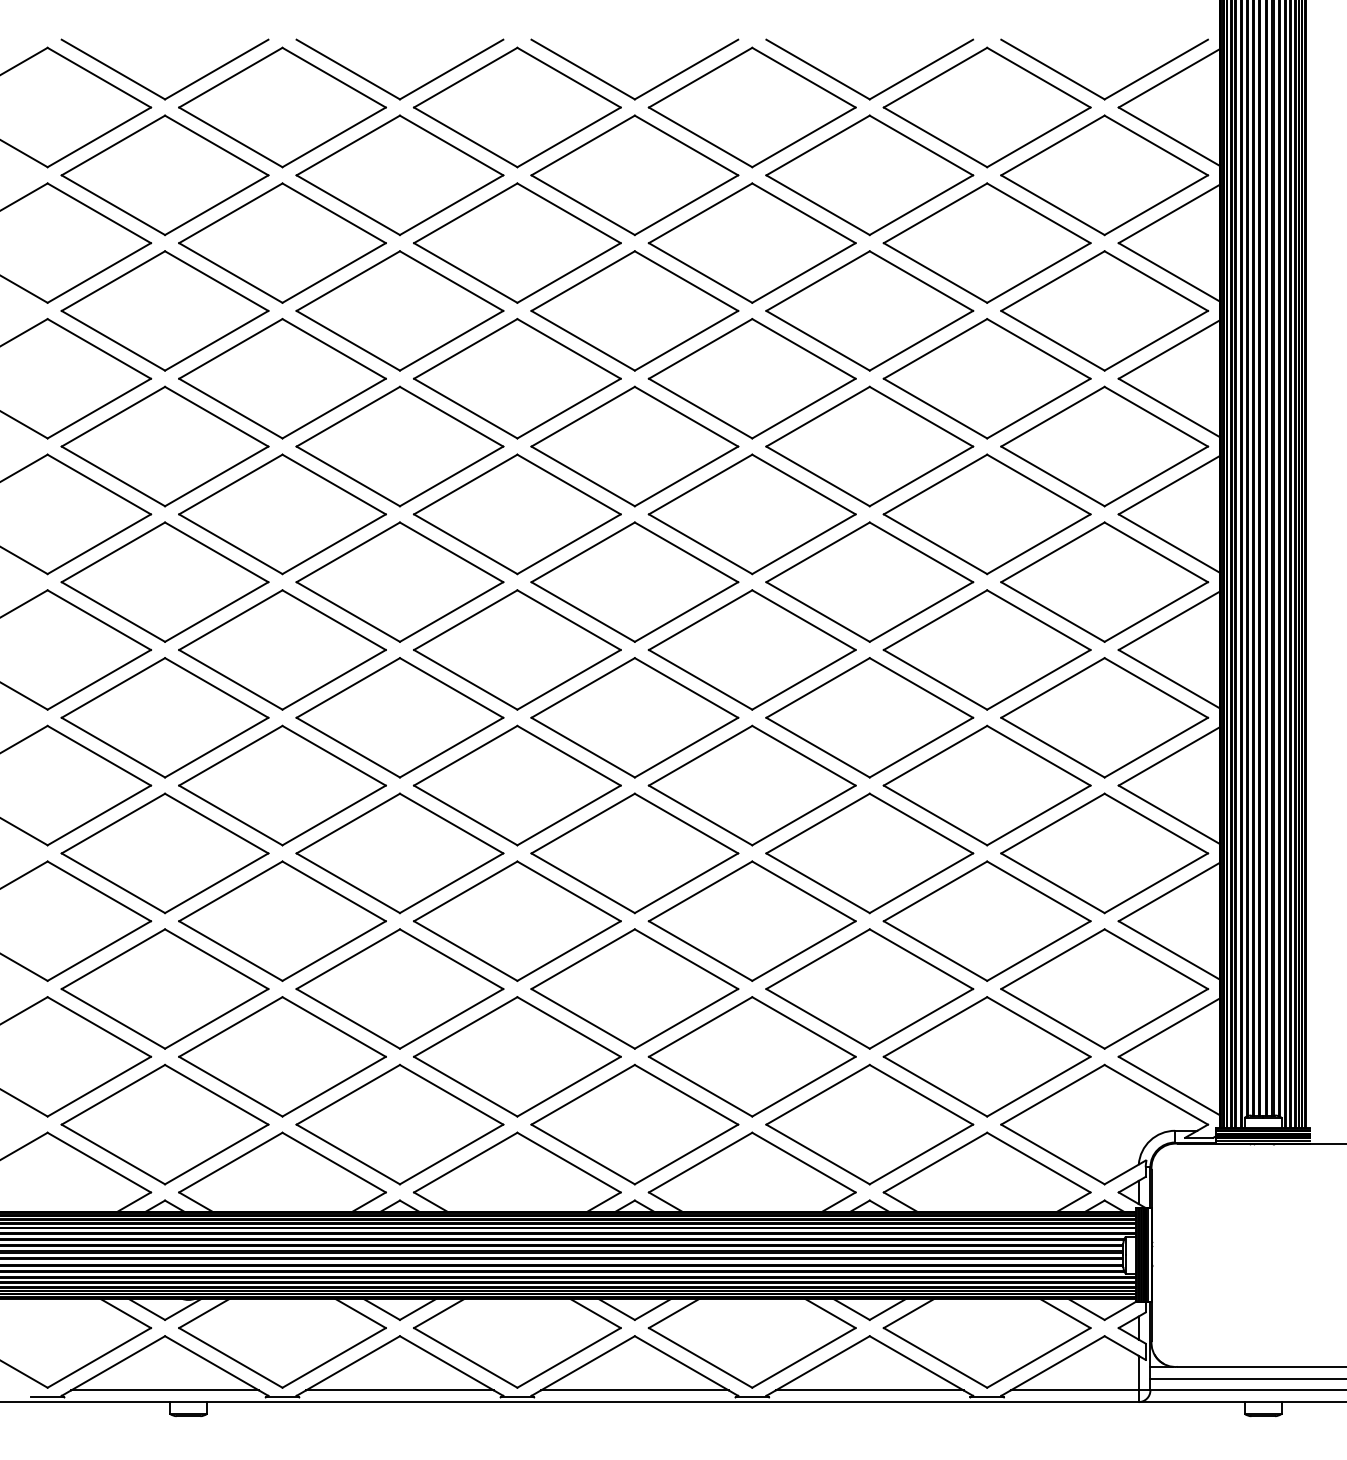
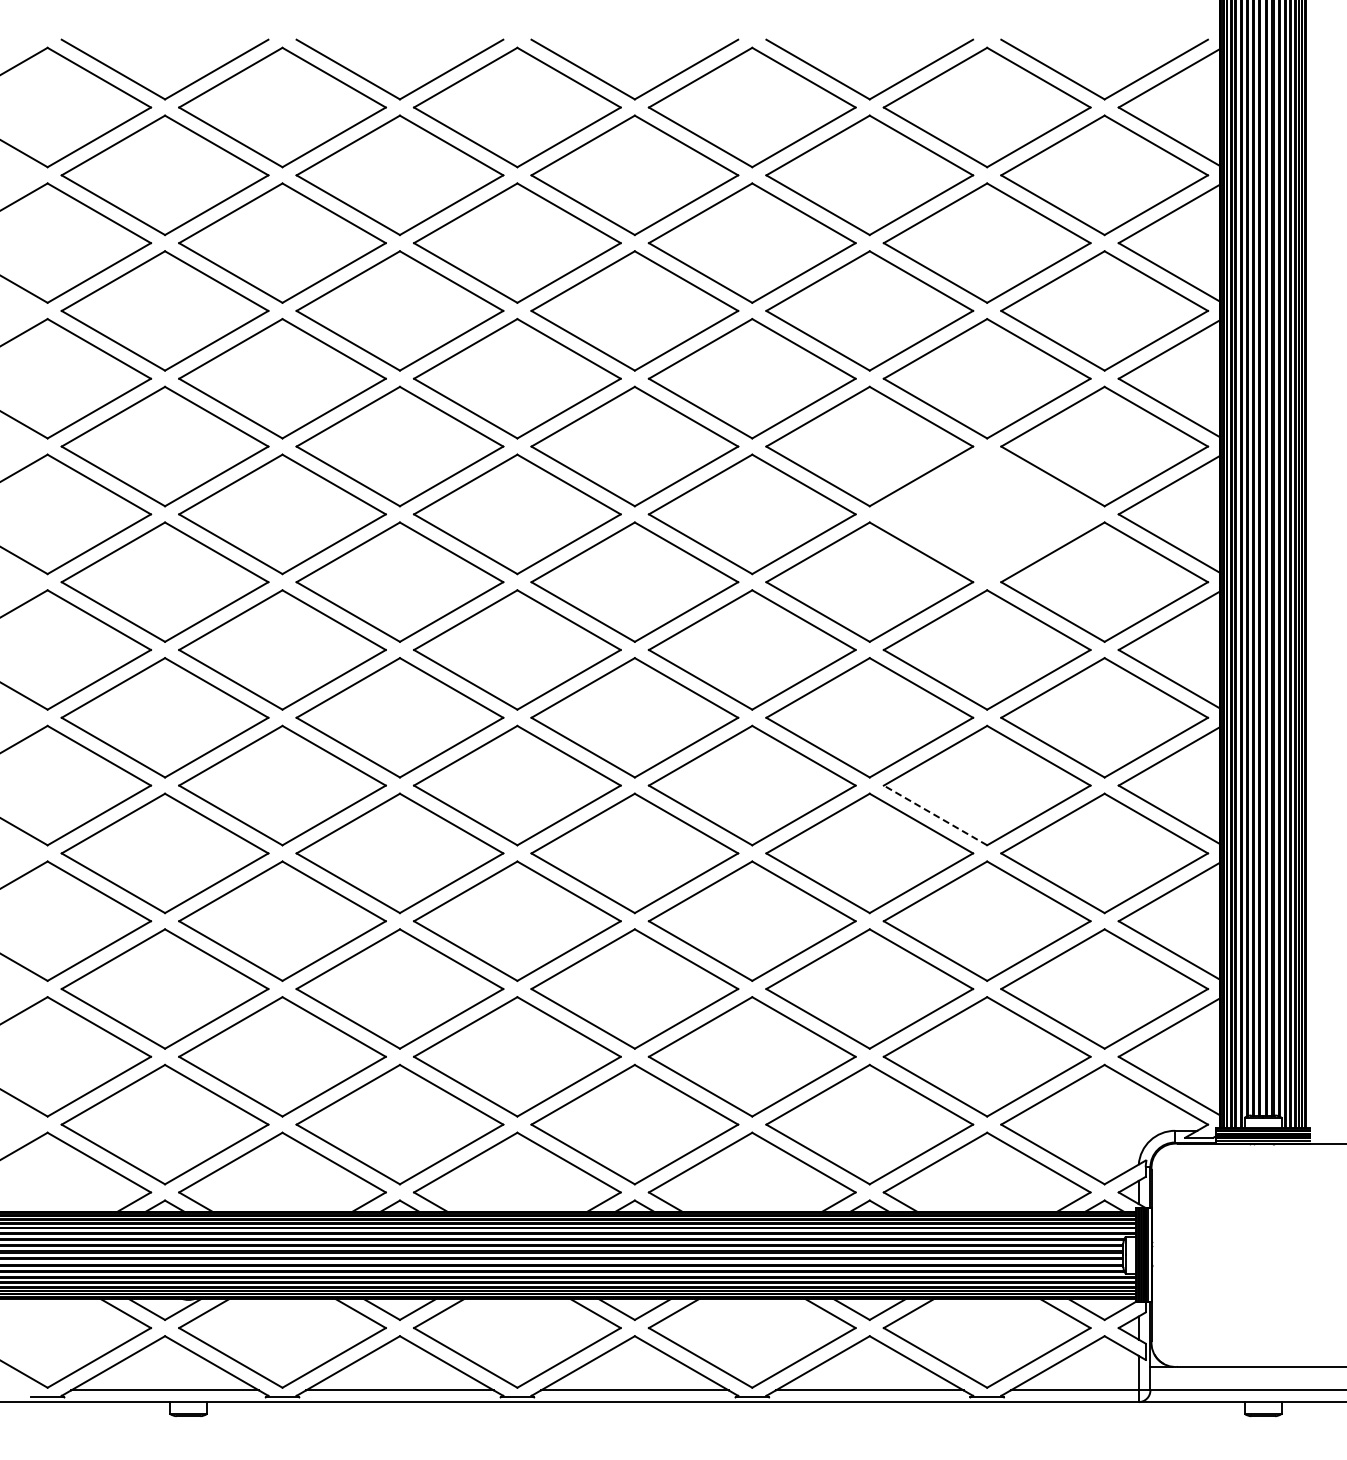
part at (986, 514): present -> none
line at (935, 815): solid -> dashed
line at (1246, 1378): present -> none
